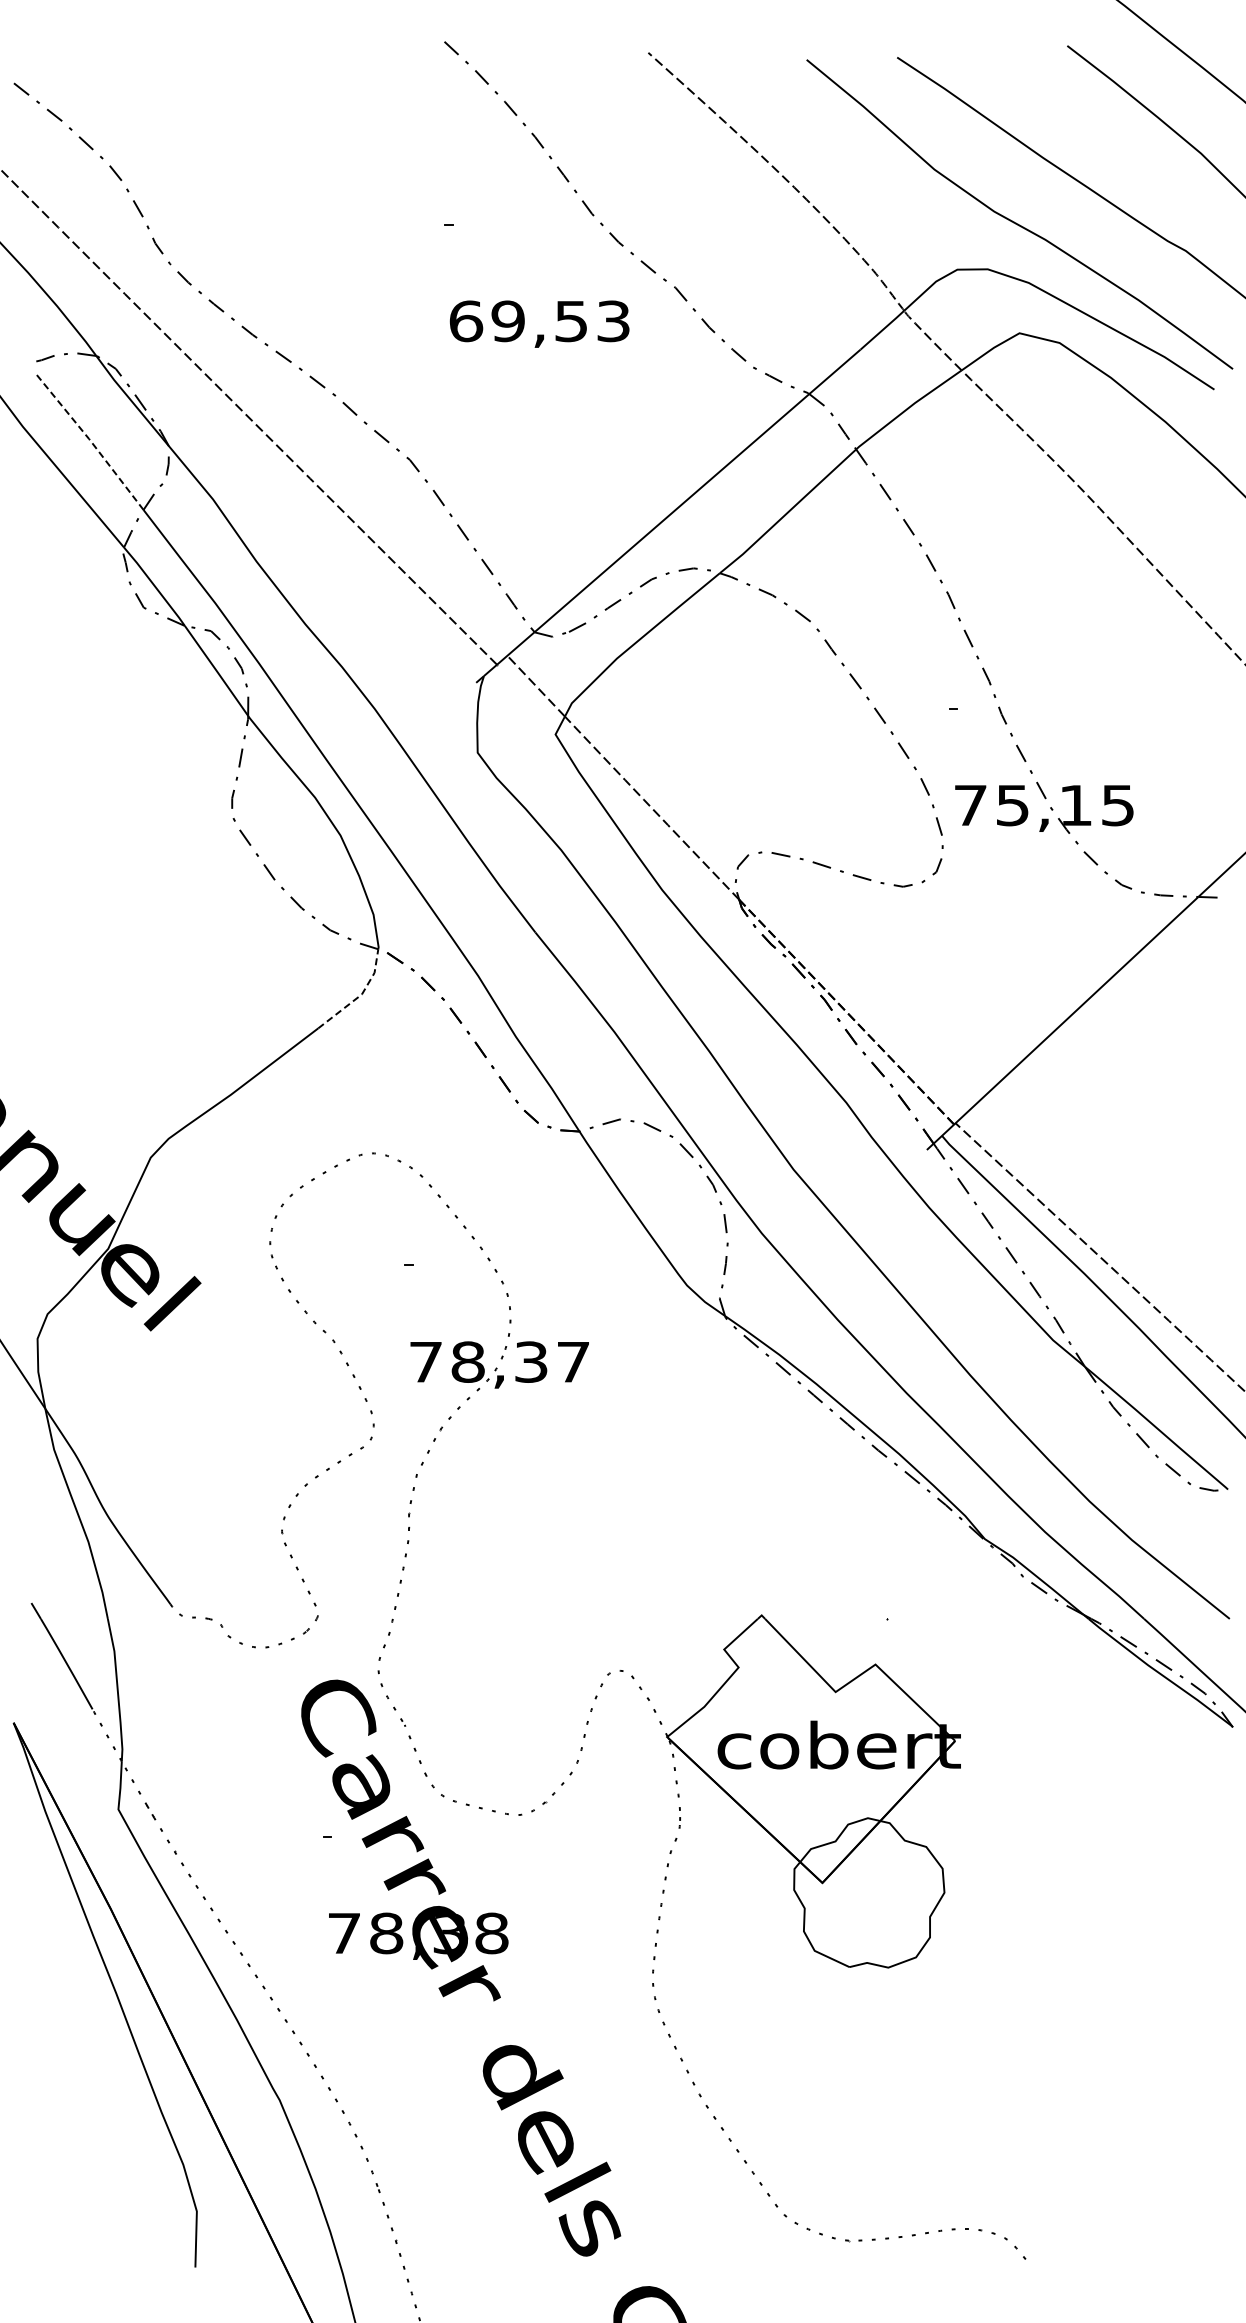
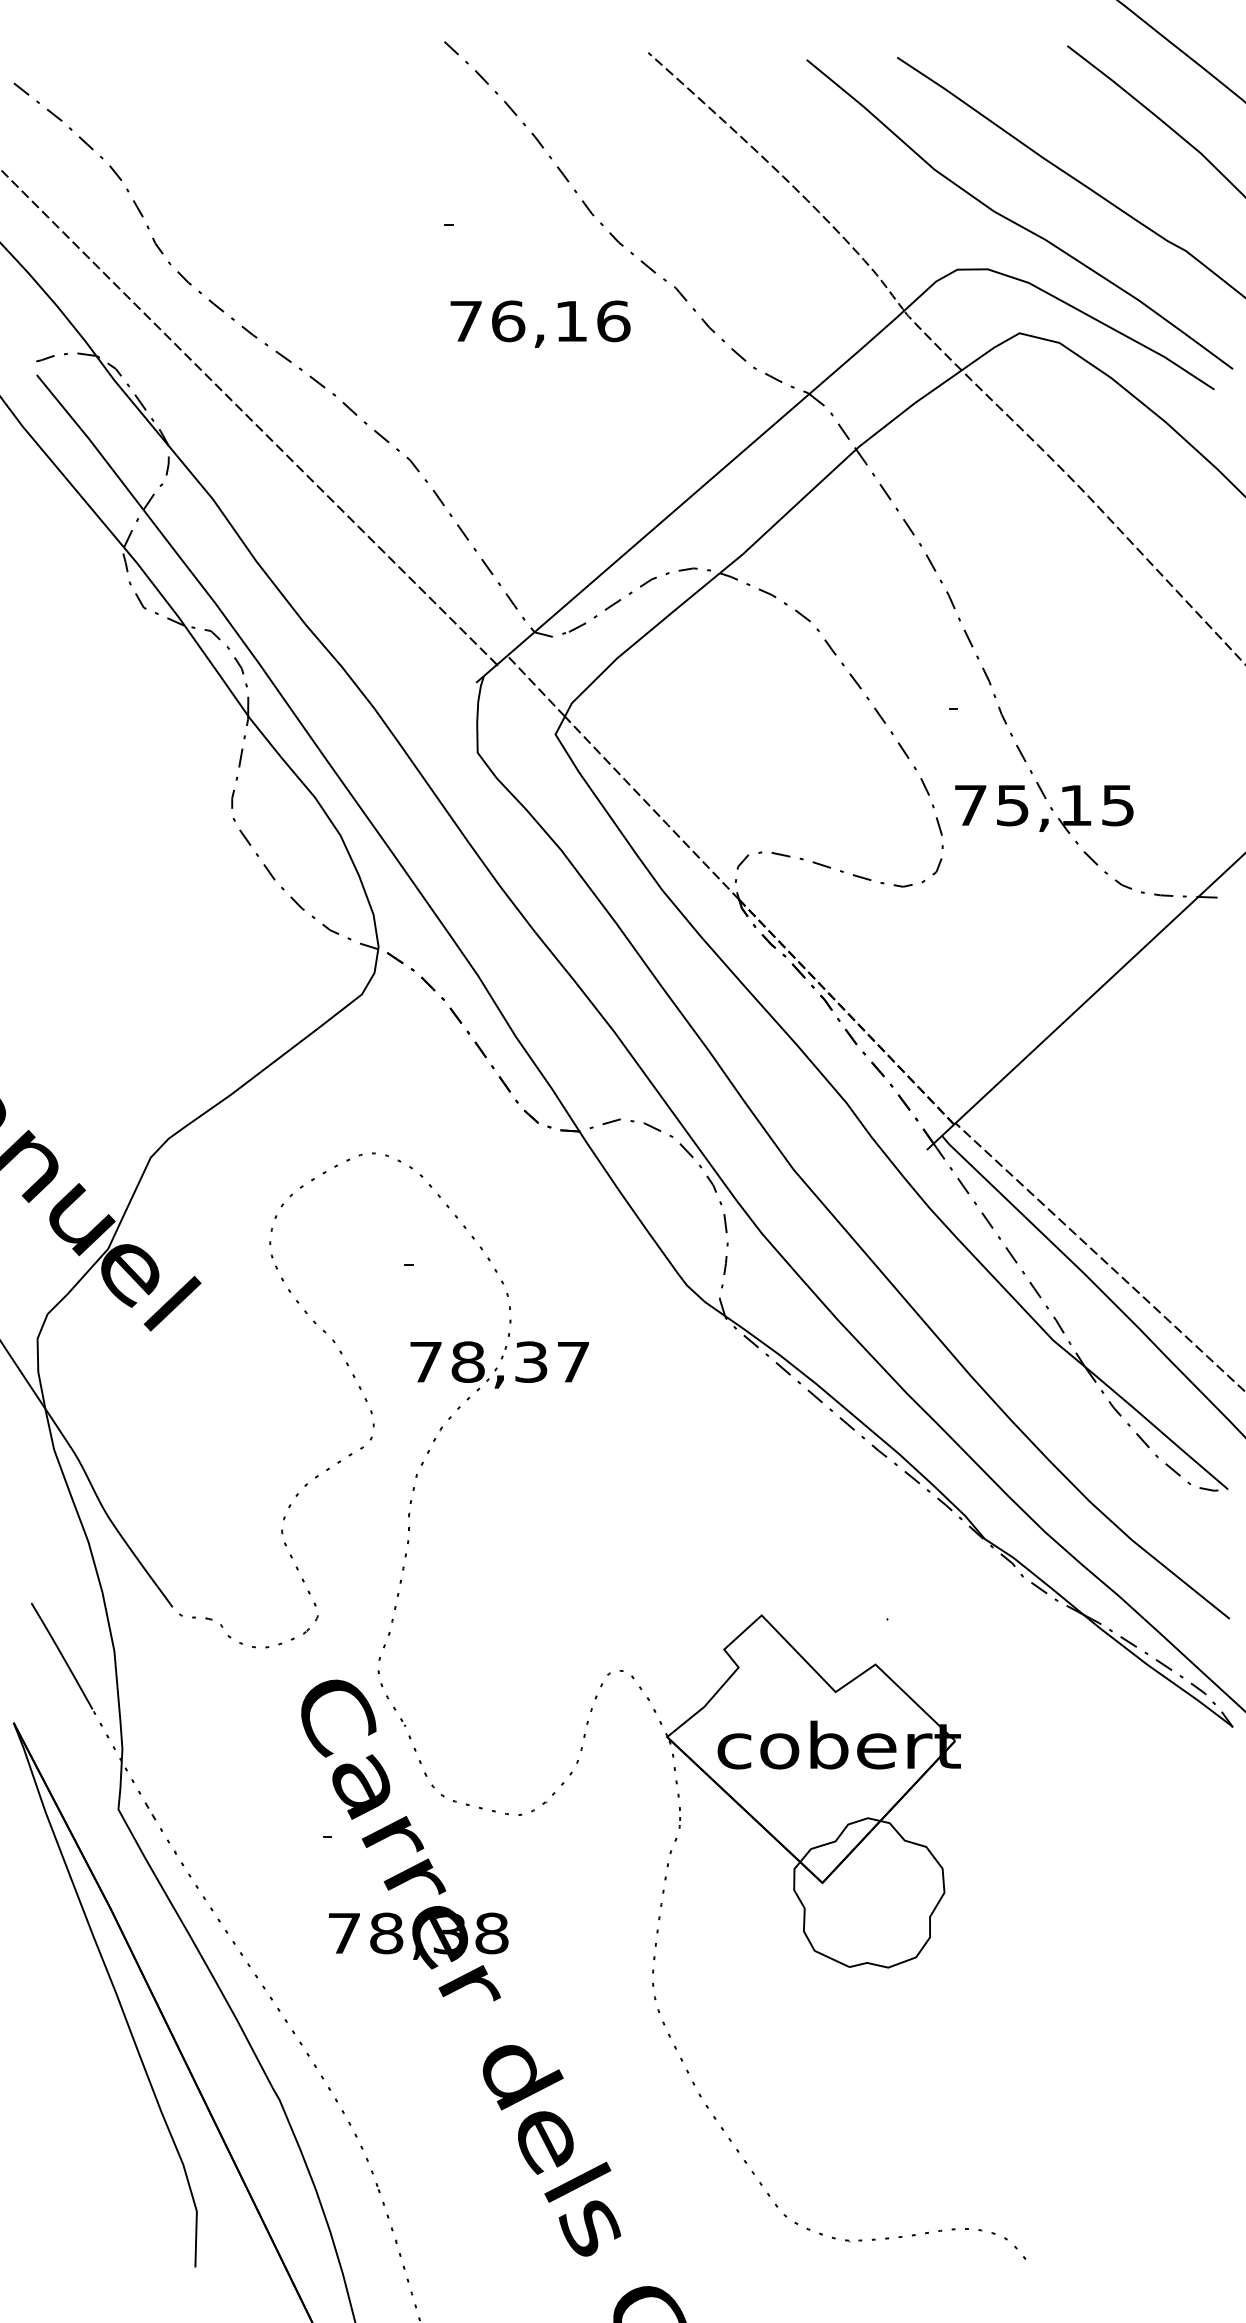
text at (539, 321): 69,53 -> 76,16
line at (90, 441): dashed -> solid
line at (360, 995): dashed -> solid
